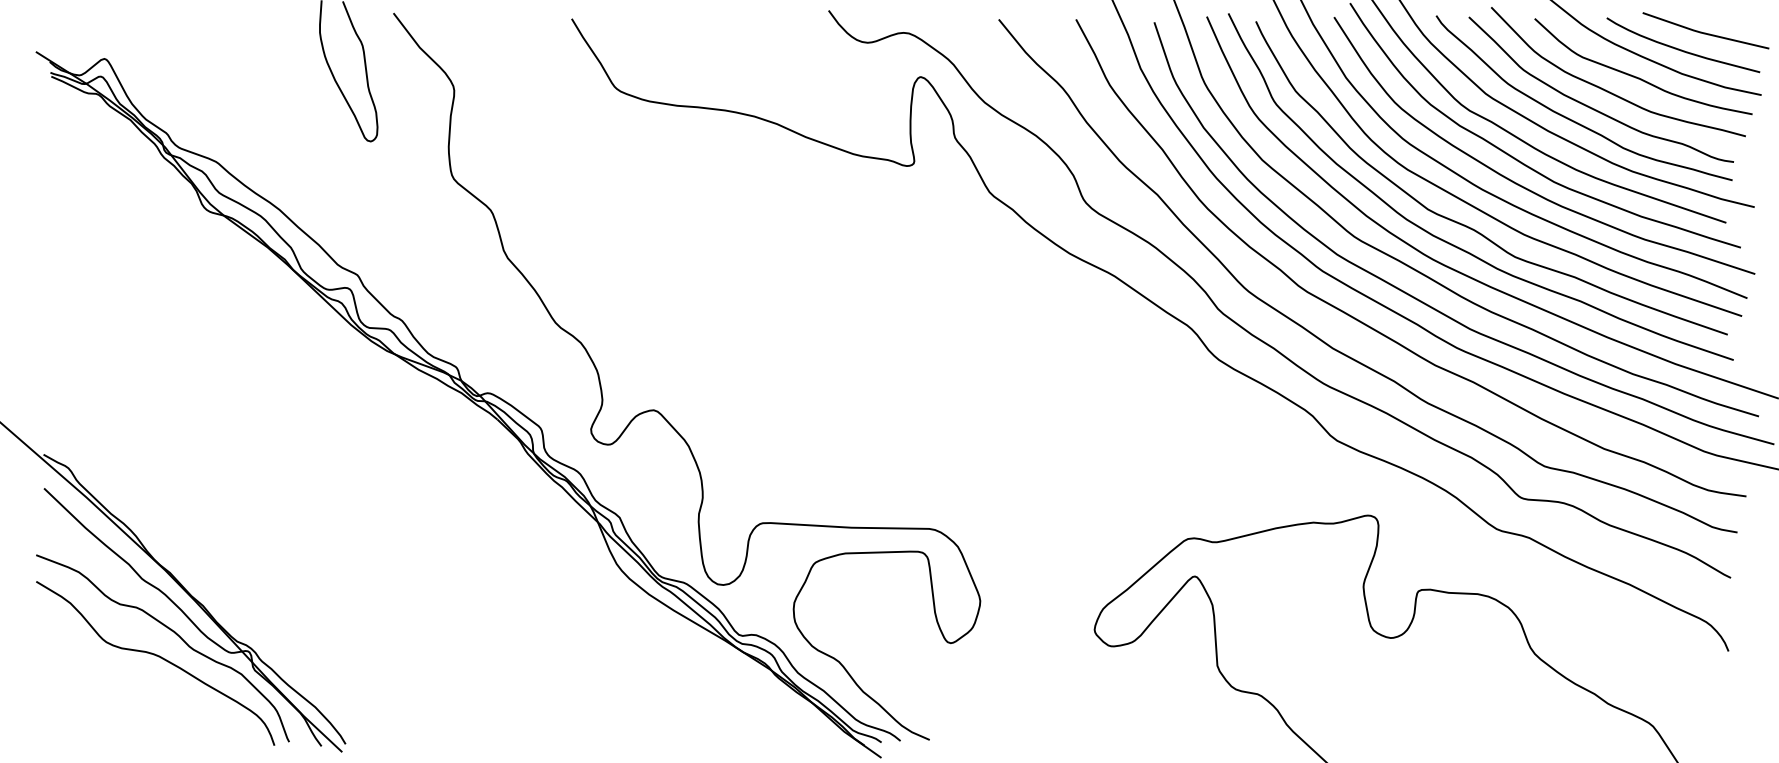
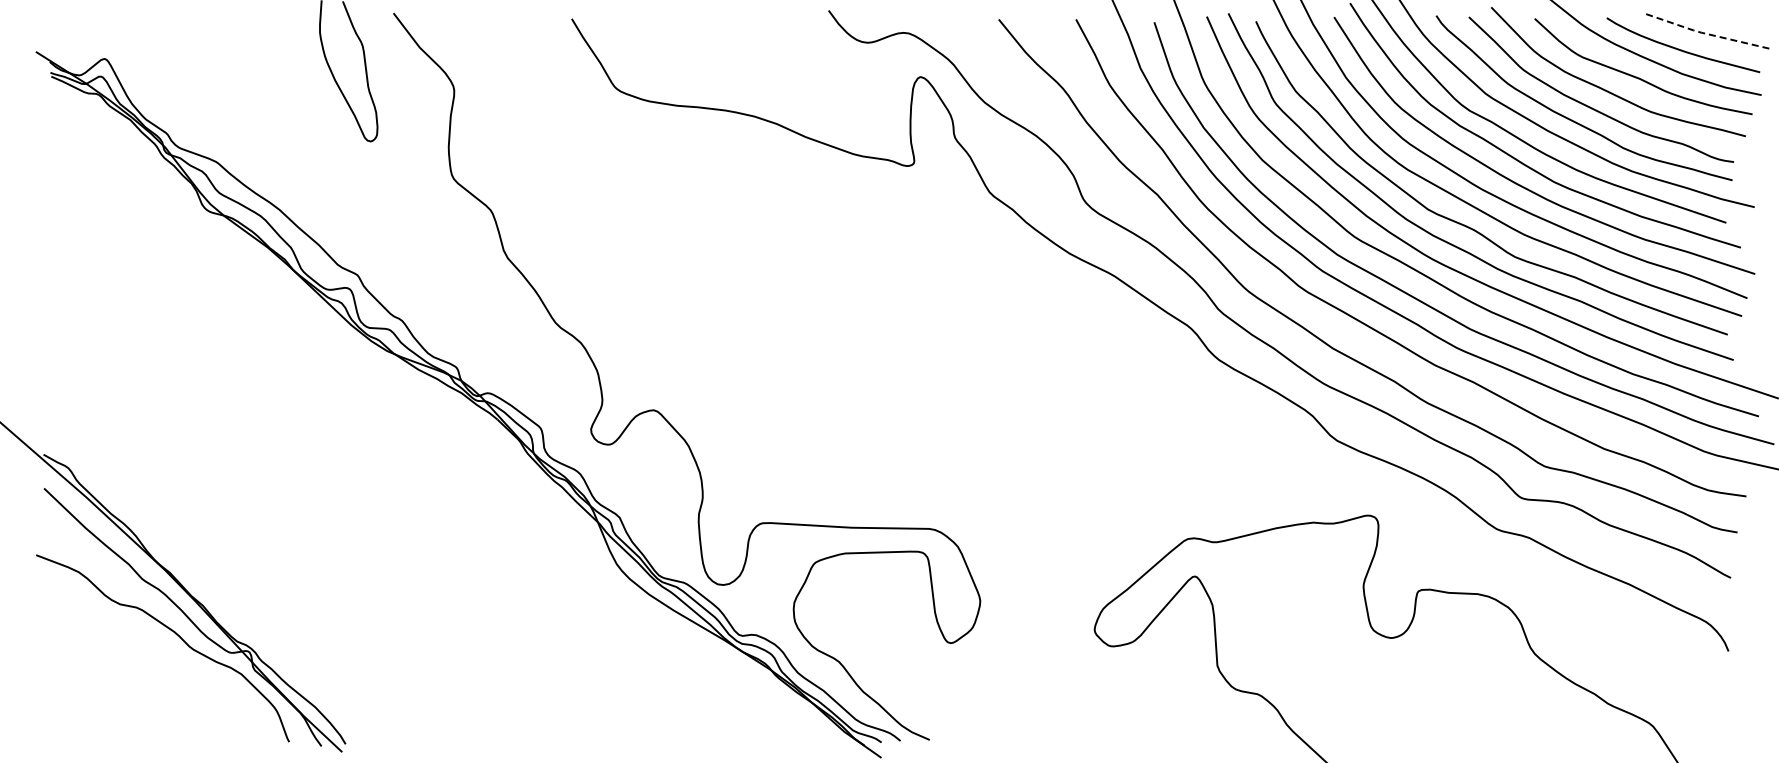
line at (1703, 33): solid -> dashed
curve at (158, 657): present -> none
